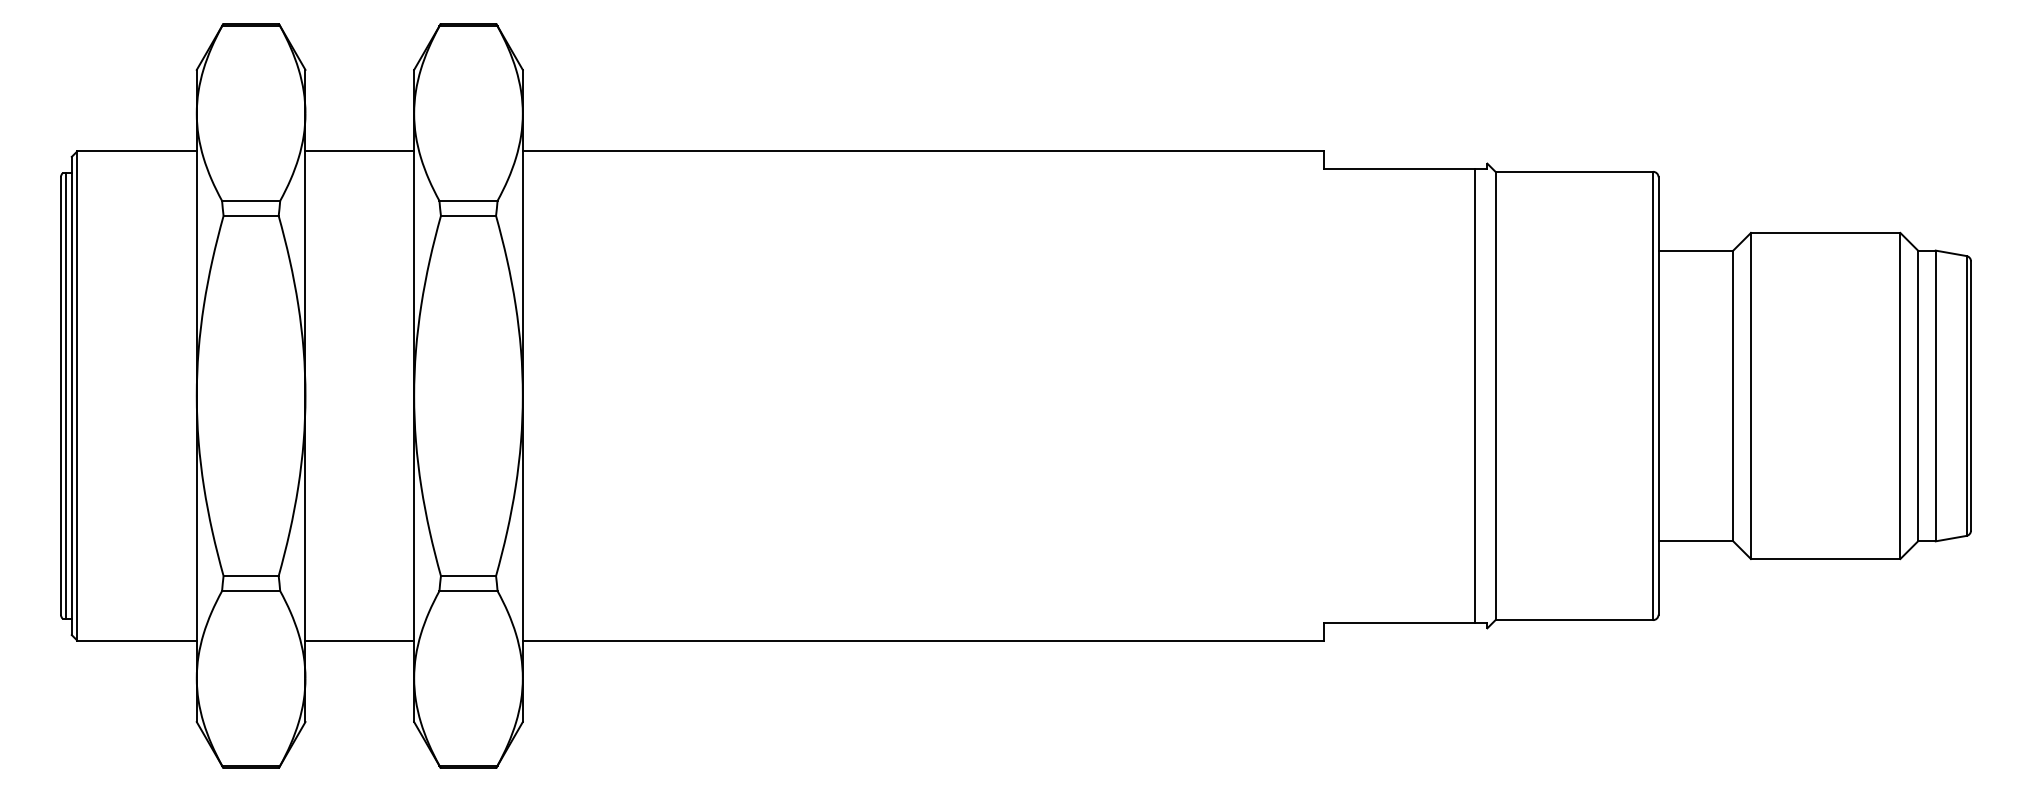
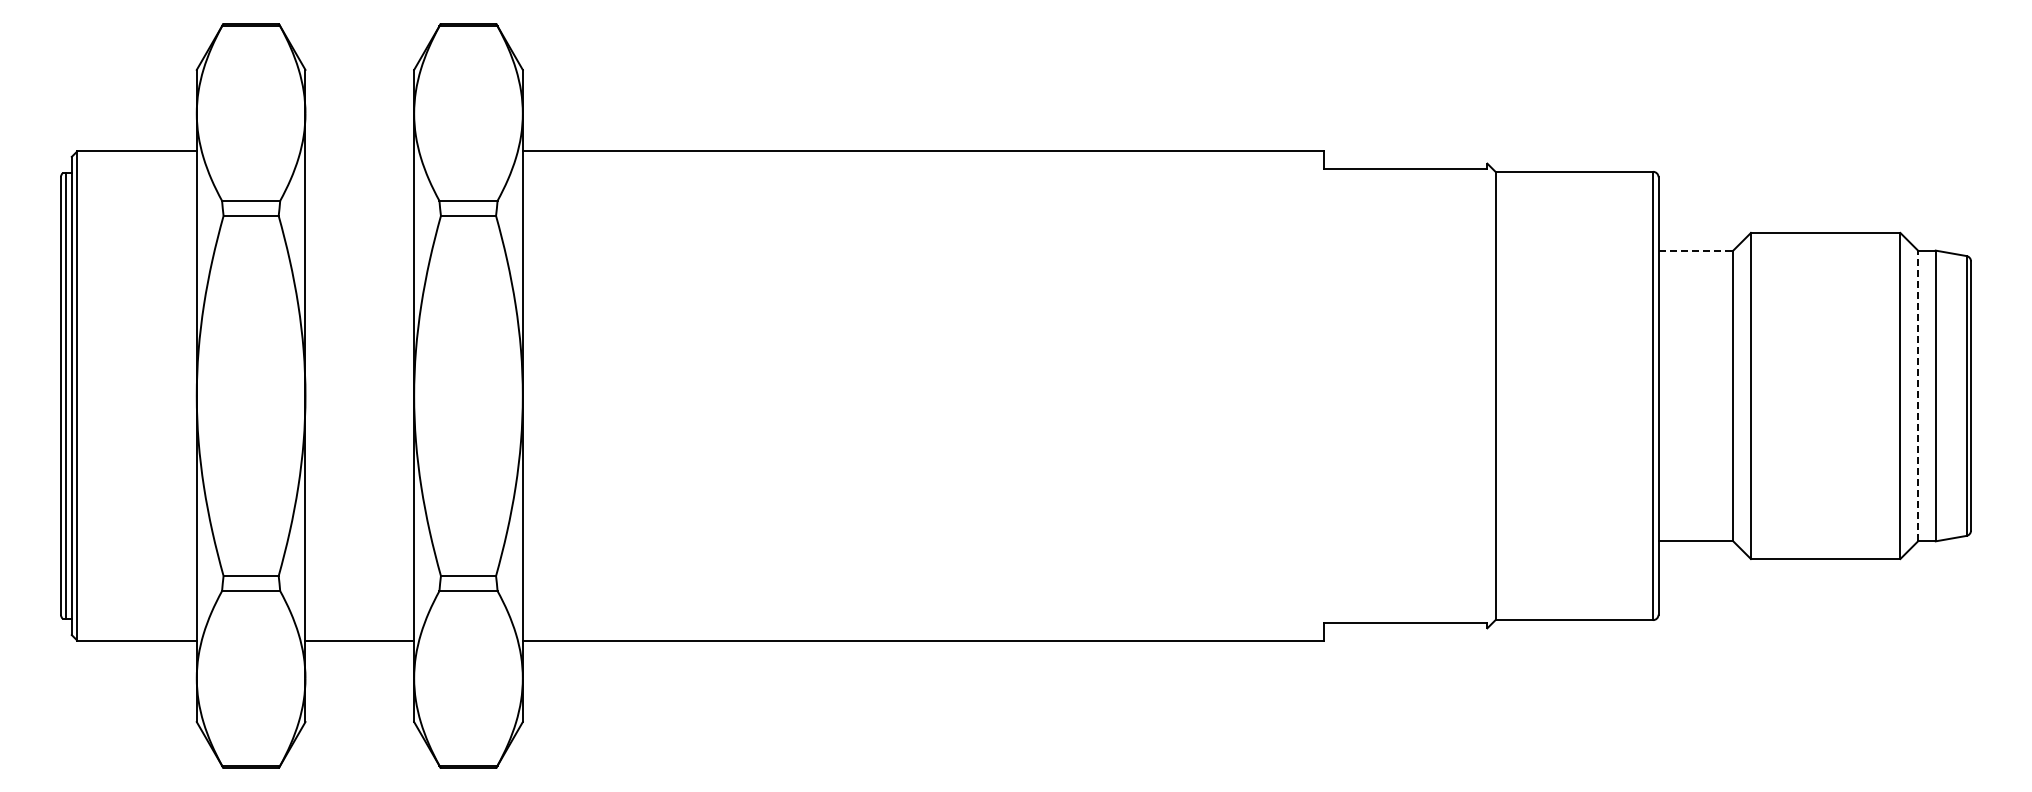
line at (359, 151): present -> none
line at (1696, 250): solid -> dashed
line at (1475, 395): present -> none
line at (1918, 395): solid -> dashed
